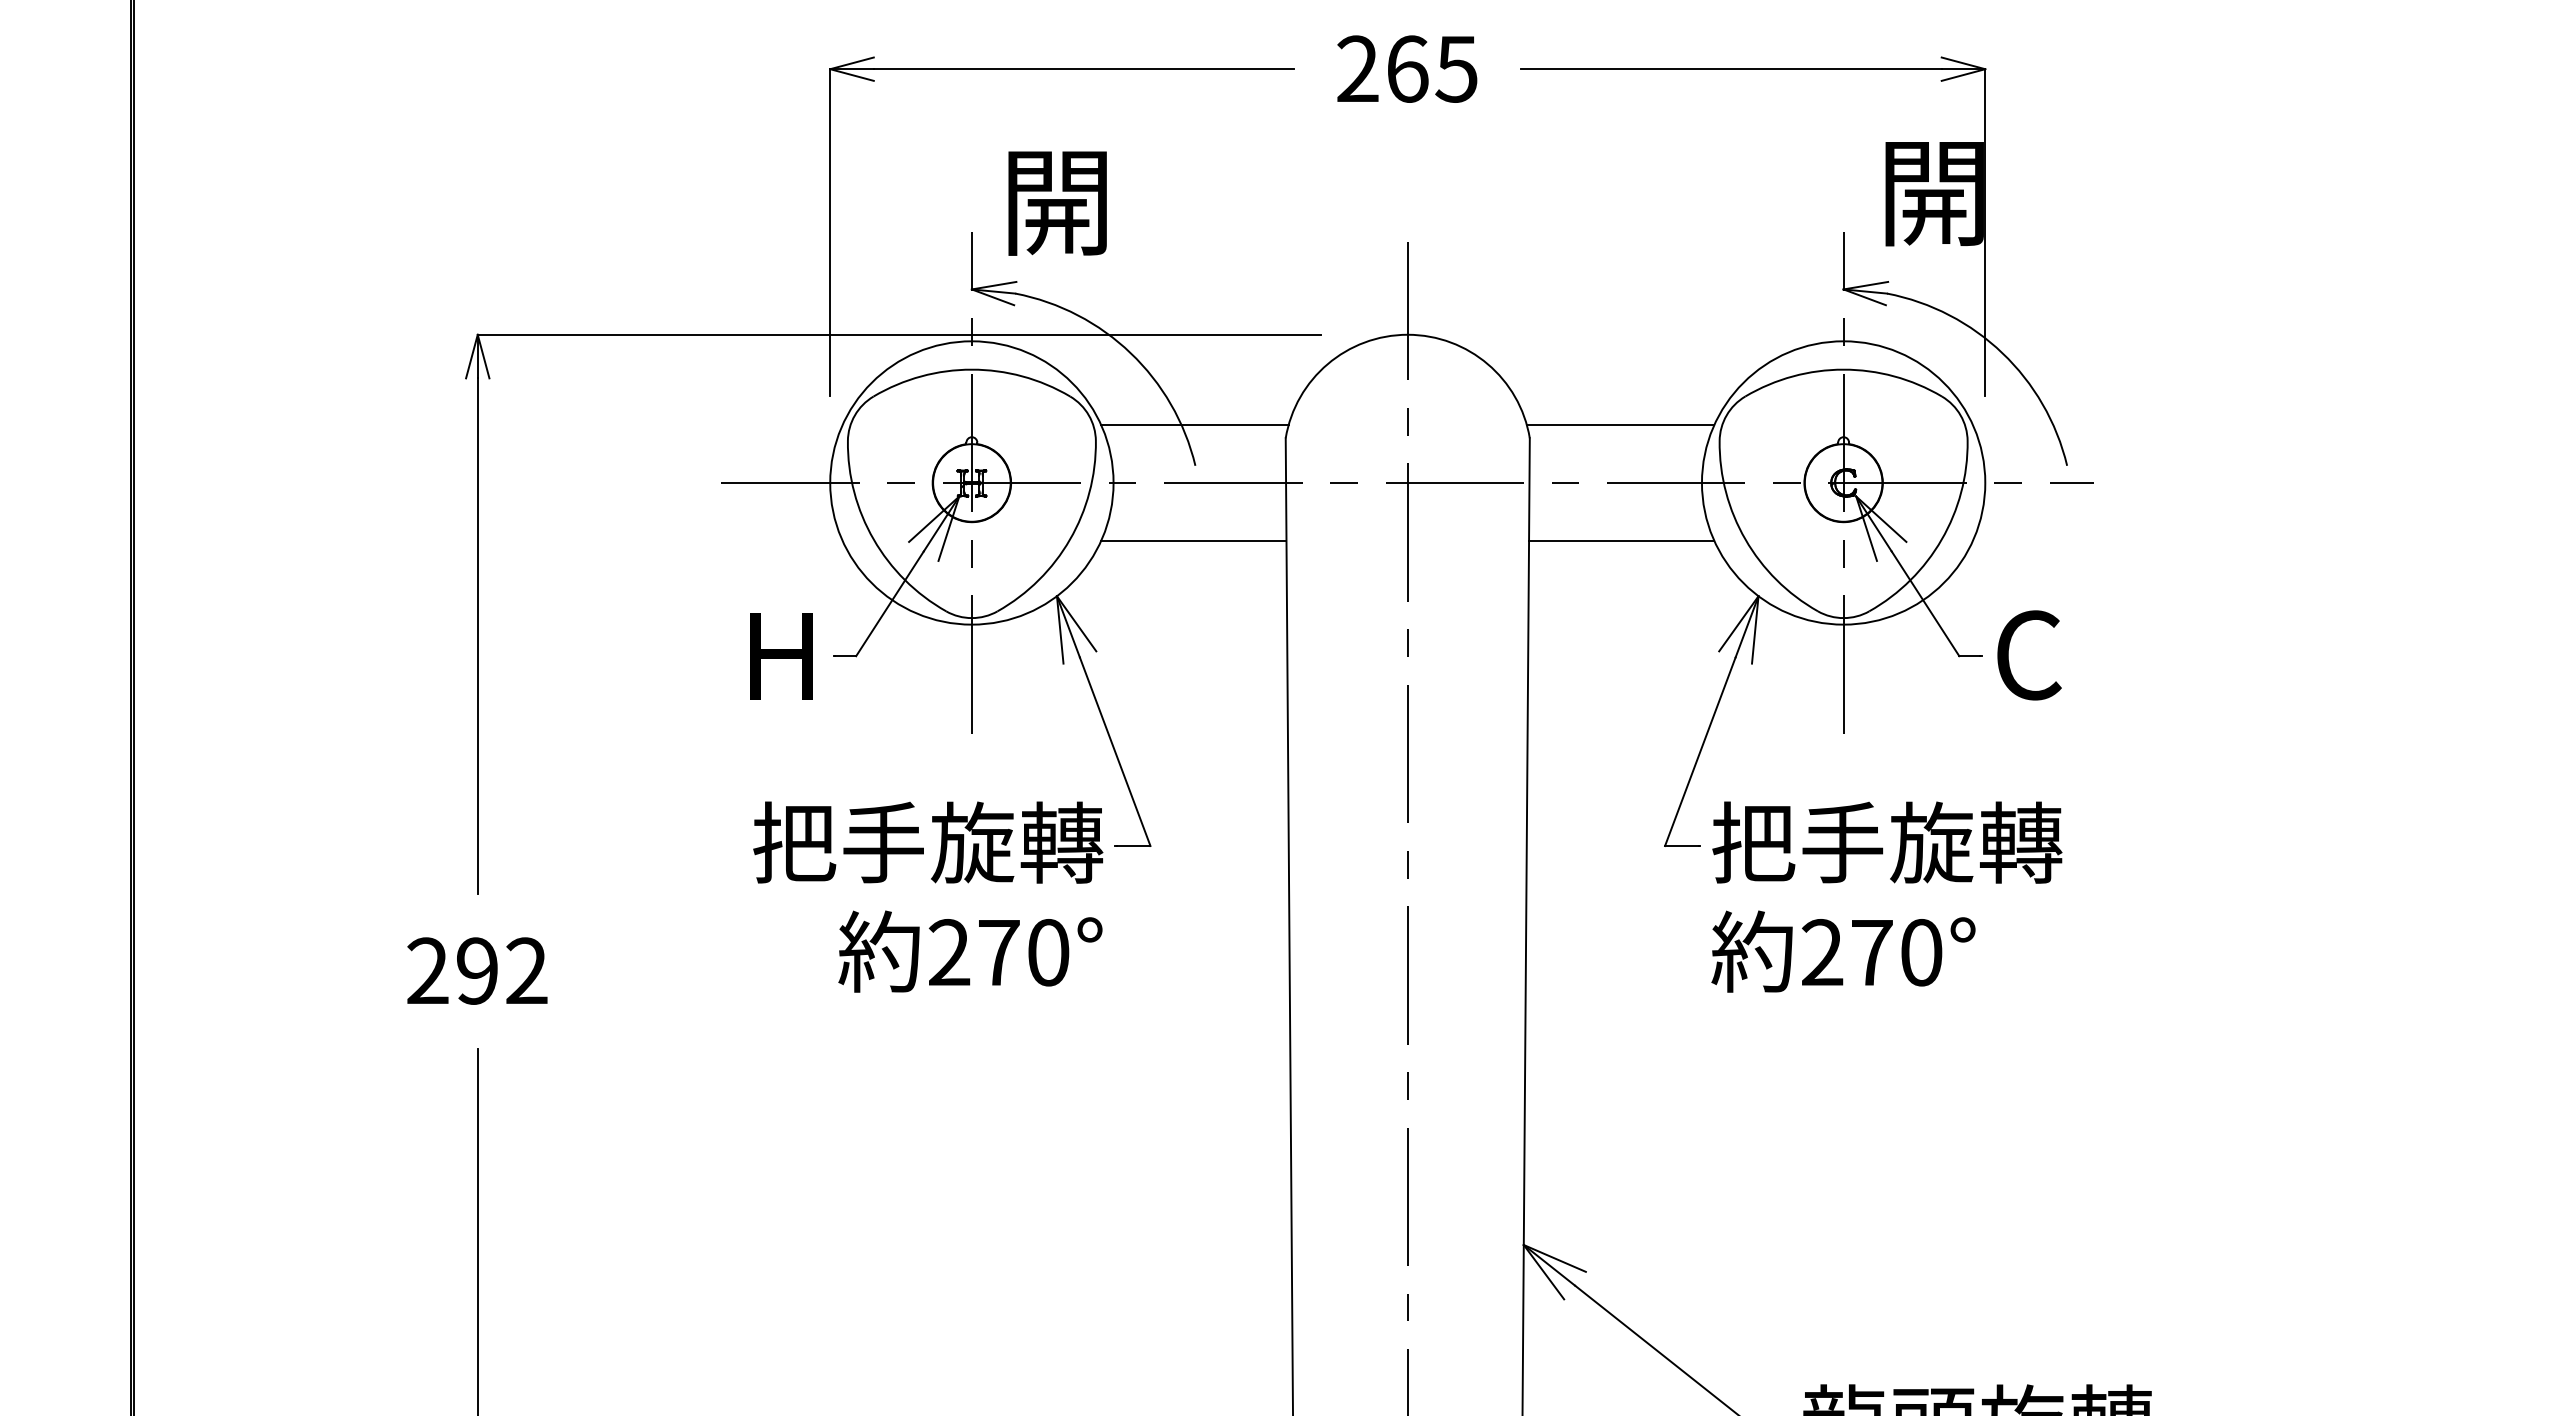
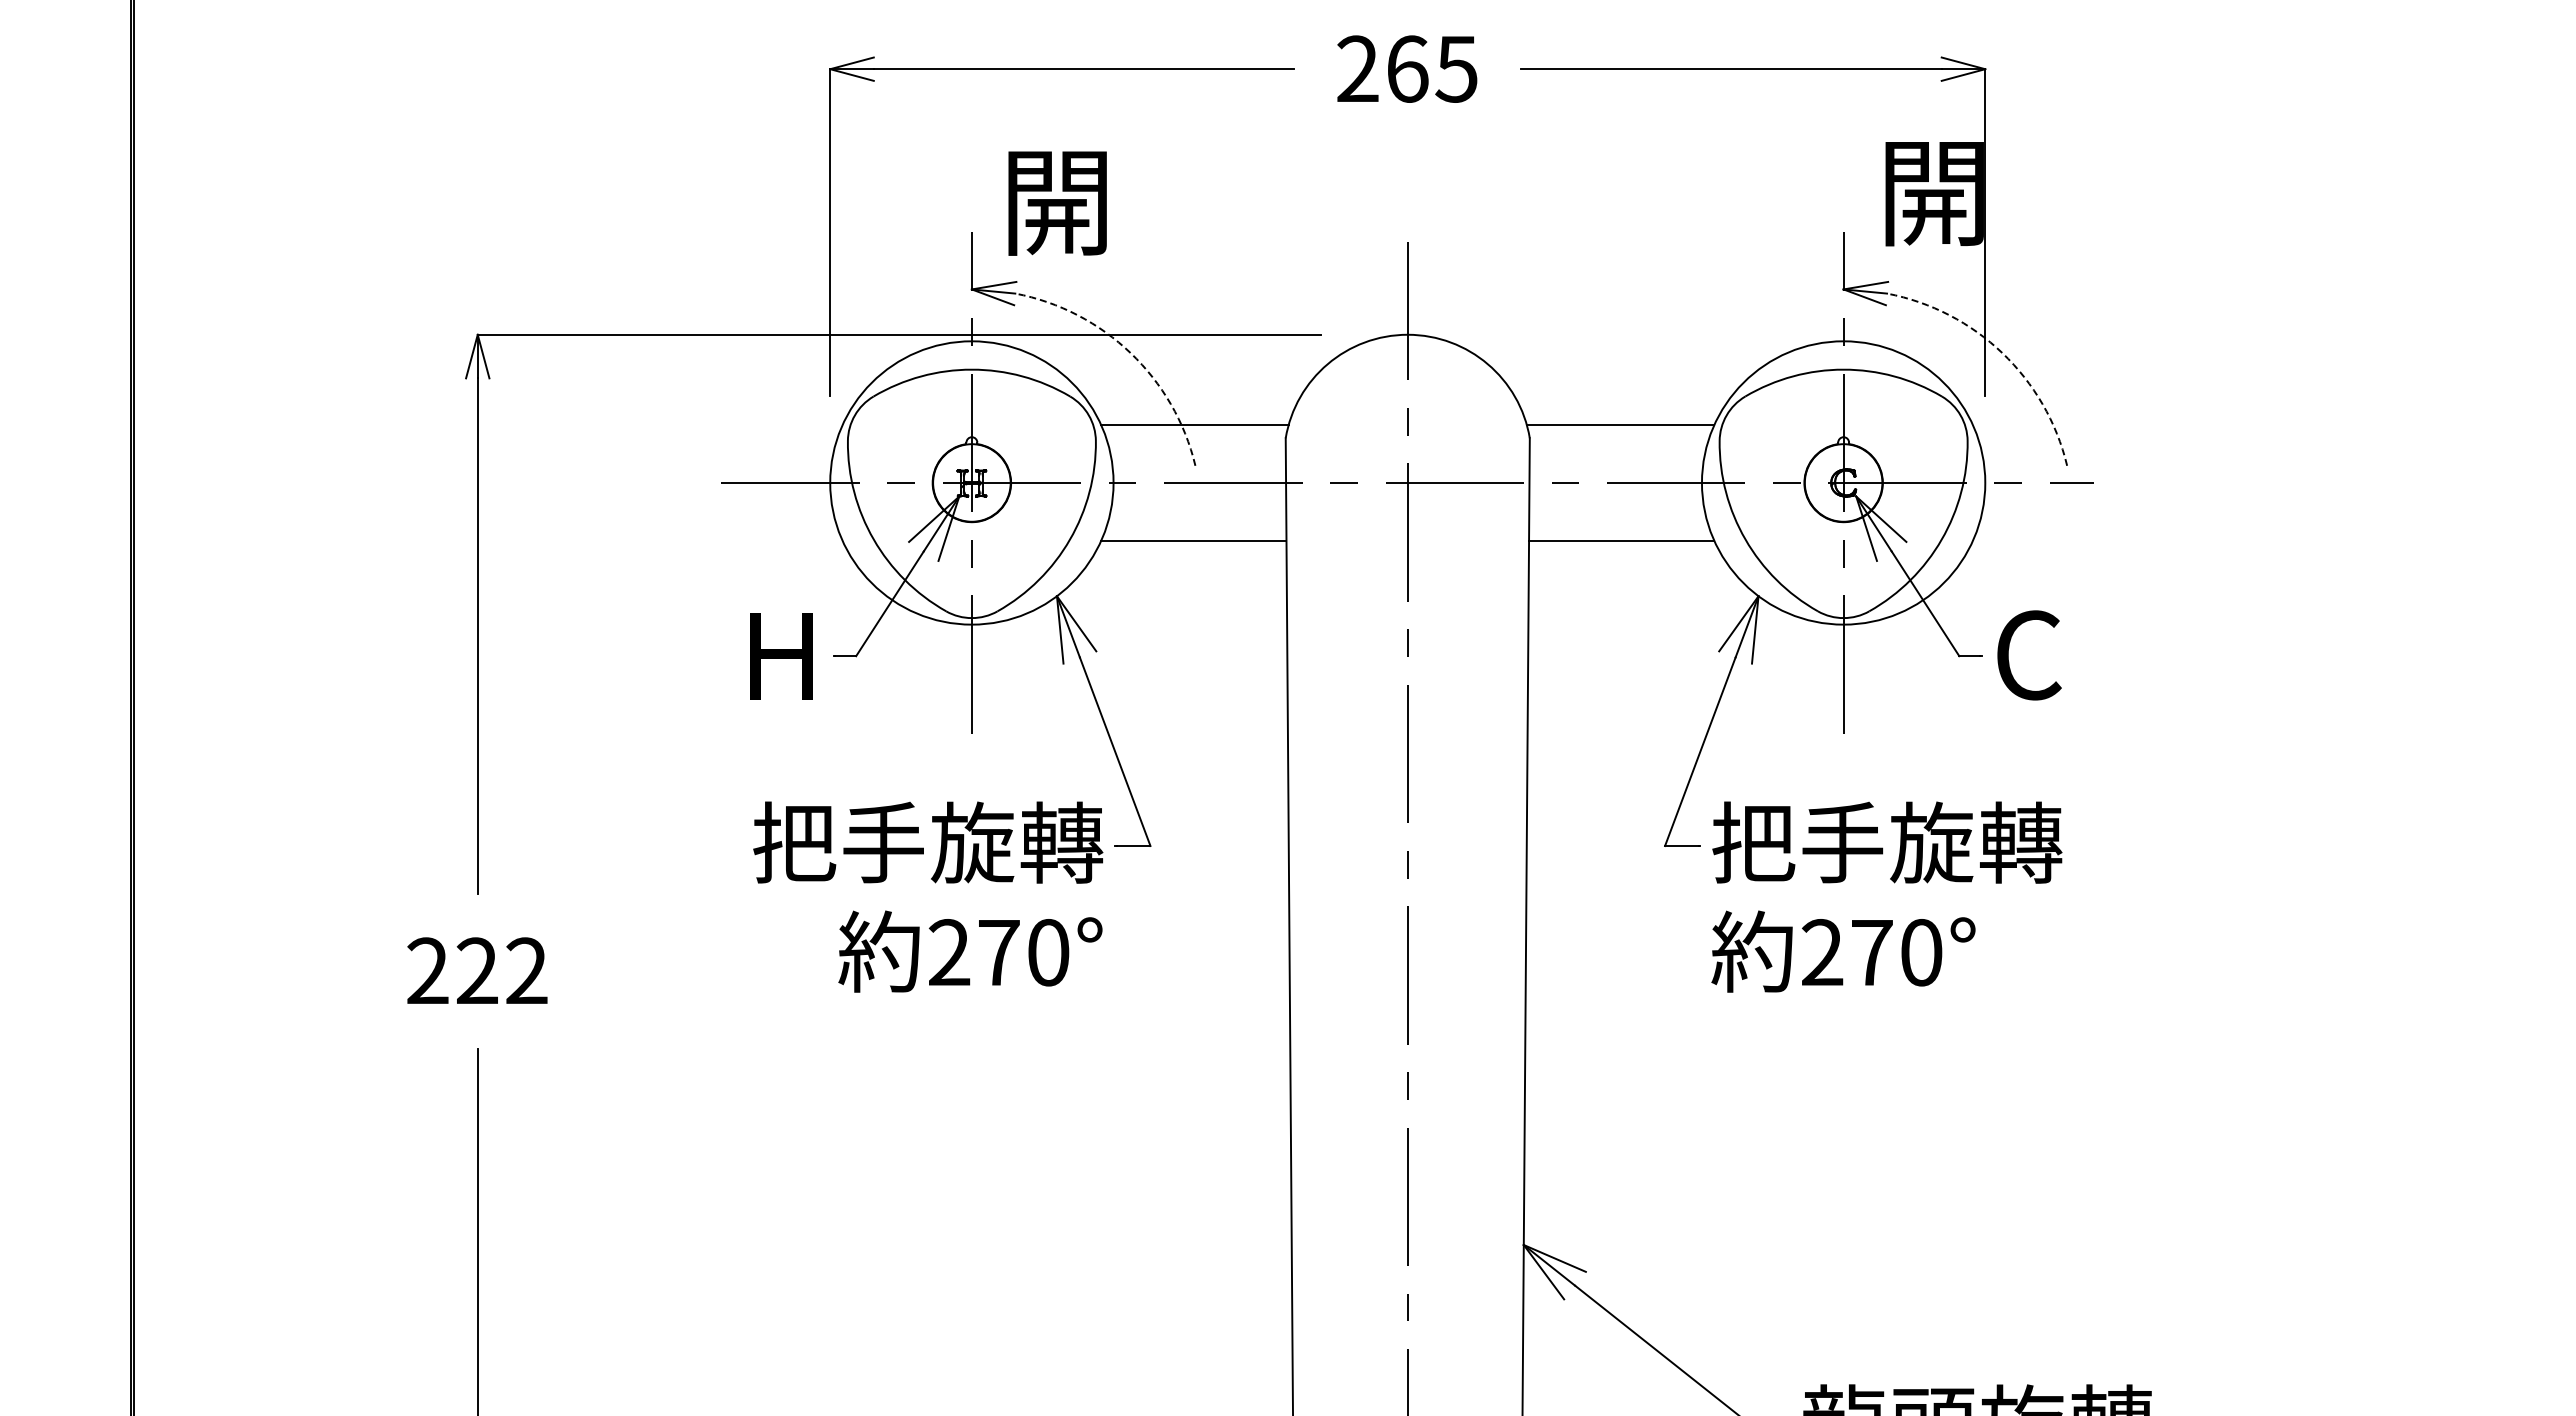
arc at (1130, 353): solid -> dashed
arc at (2002, 353): solid -> dashed
text at (476, 970): 292 -> 222
